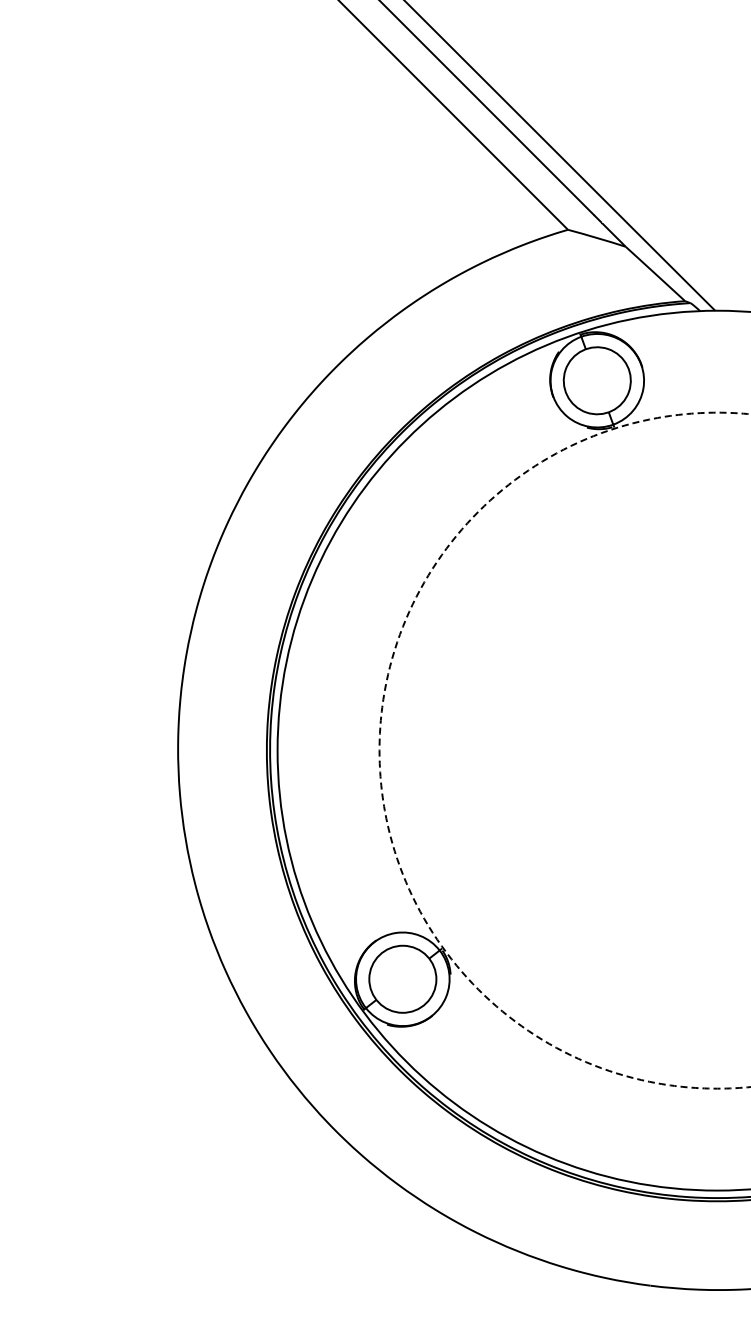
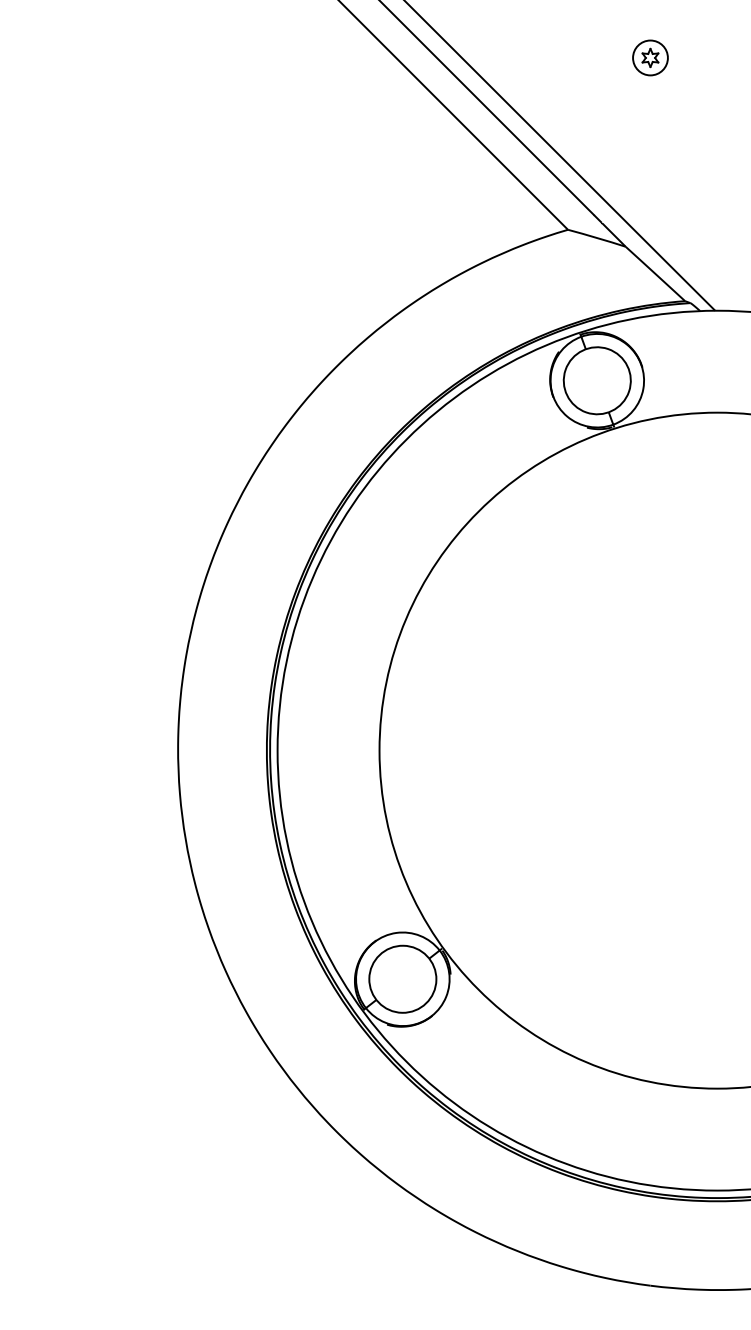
part at (650, 57): none -> present
circle at (564, 750): dashed -> solid
